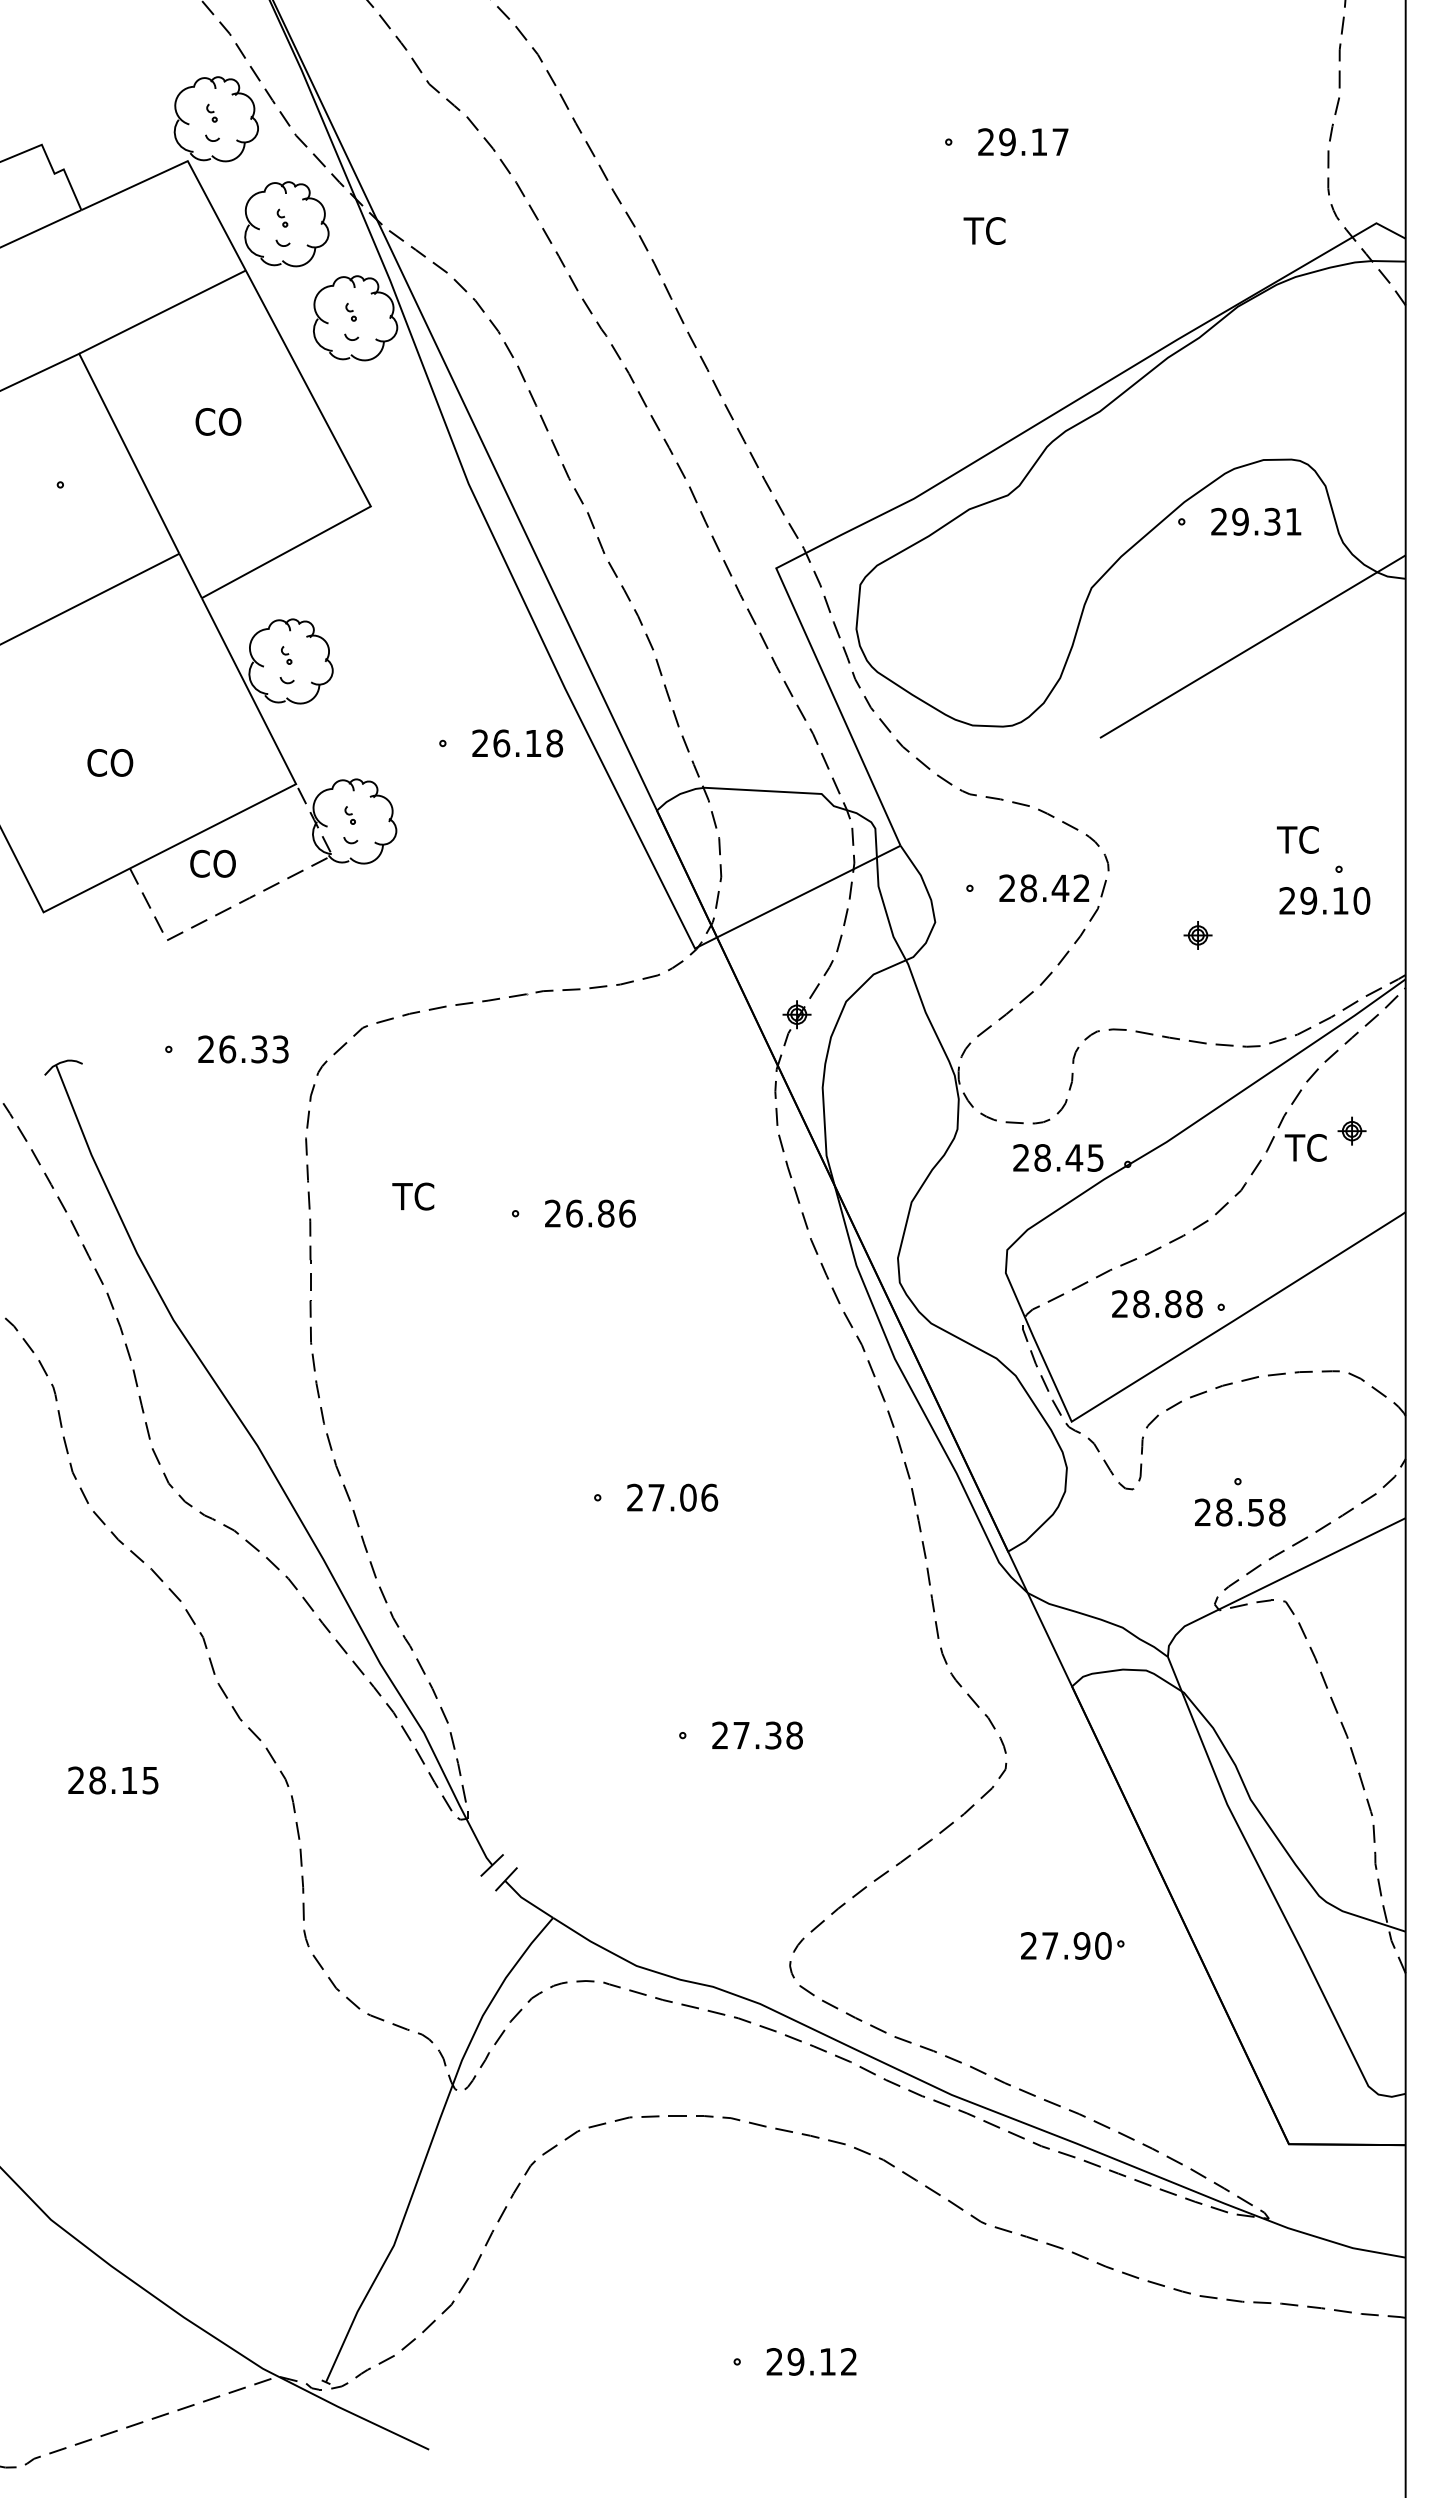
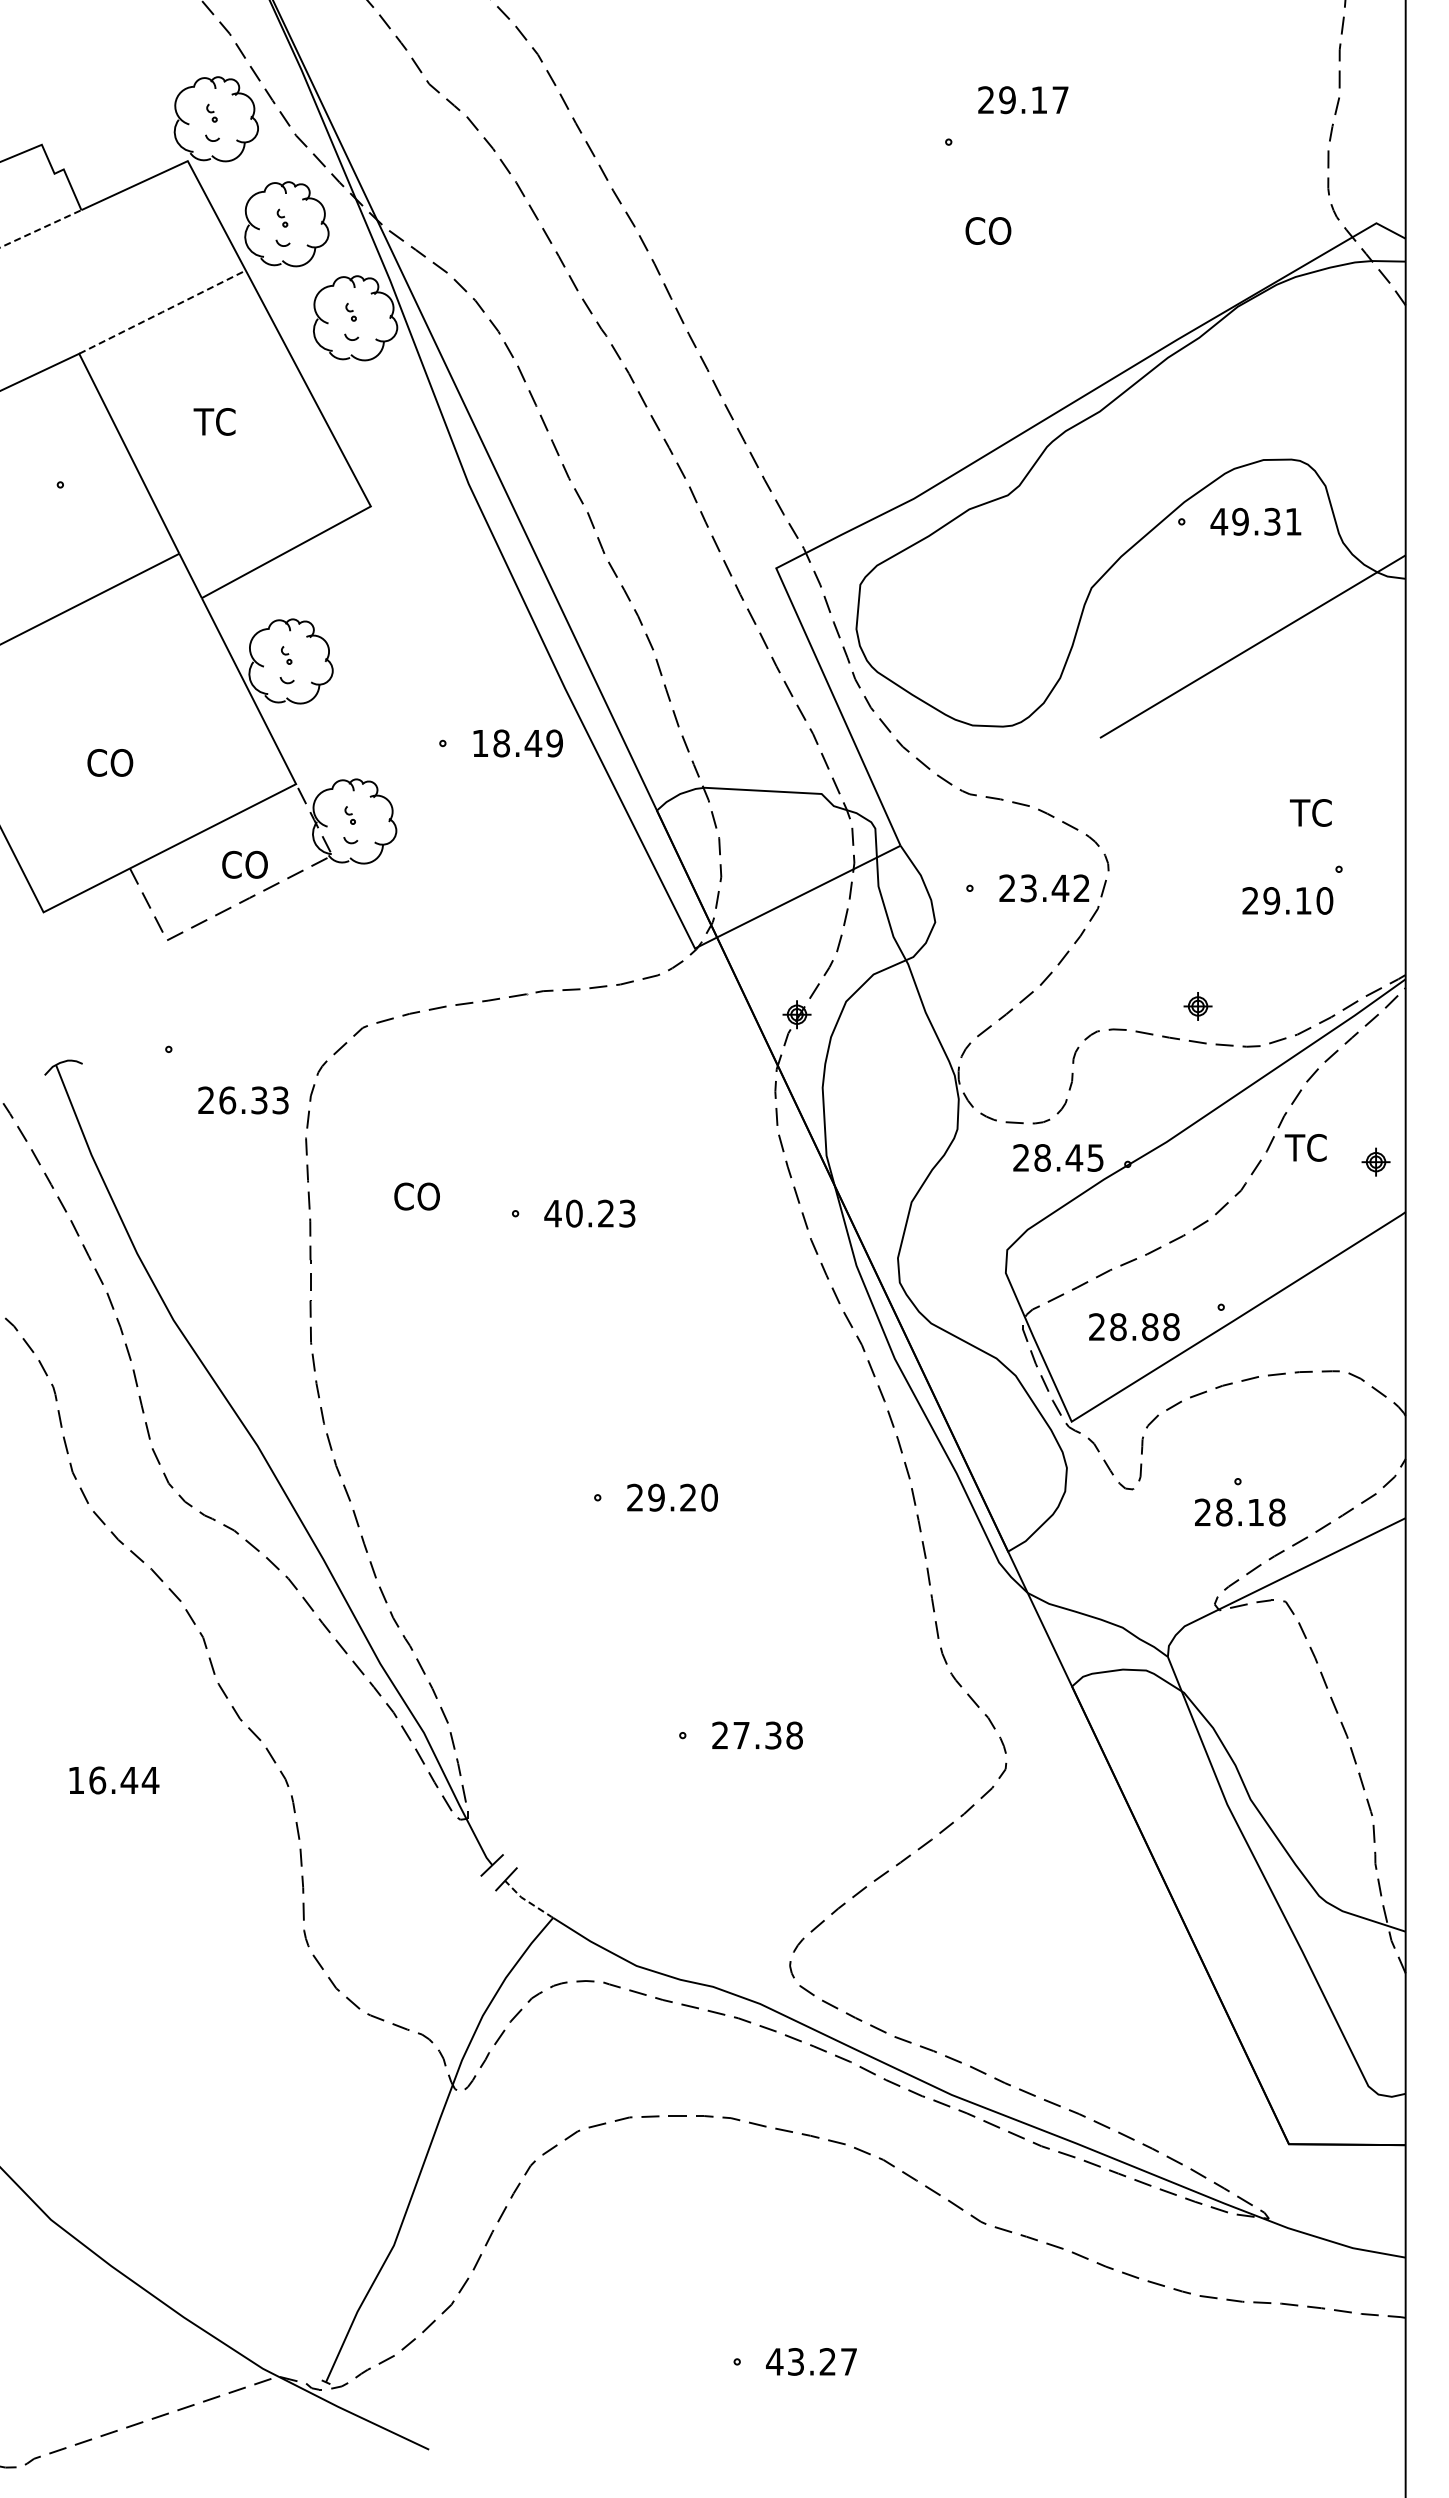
text at (1023, 142) position: (1023, 142) -> (1023, 100)
line at (40, 228): solid -> dashed
text at (987, 230): TC -> CO
line at (162, 312): solid -> dashed
text at (217, 421): CO -> TC
text at (1219, 521): 29.31 -> 49.31
text at (517, 743): 26.18 -> 18.49
text at (1297, 839) position: (1297, 839) -> (1310, 812)
text at (212, 863) position: (212, 863) -> (244, 864)
text at (1028, 888): 28.42 -> 23.42
text at (1324, 900) position: (1324, 900) -> (1287, 900)
part at (1197, 935) position: (1197, 935) -> (1197, 1006)
text at (243, 1049) position: (243, 1049) -> (243, 1100)
part at (1351, 1130) position: (1351, 1130) -> (1375, 1161)
text at (415, 1196): TC -> CO
text at (589, 1213): 26.86 -> 40.23
text at (1157, 1304) position: (1157, 1304) -> (1134, 1327)
text at (683, 1497): 27.06 -> 29.20
text at (1255, 1512): 28.58 -> 28.18
text at (113, 1780): 28.15 -> 16.44
line at (526, 1901): solid -> dashed
part at (1072, 1945): present -> none
text at (811, 2361): 29.12 -> 43.27
